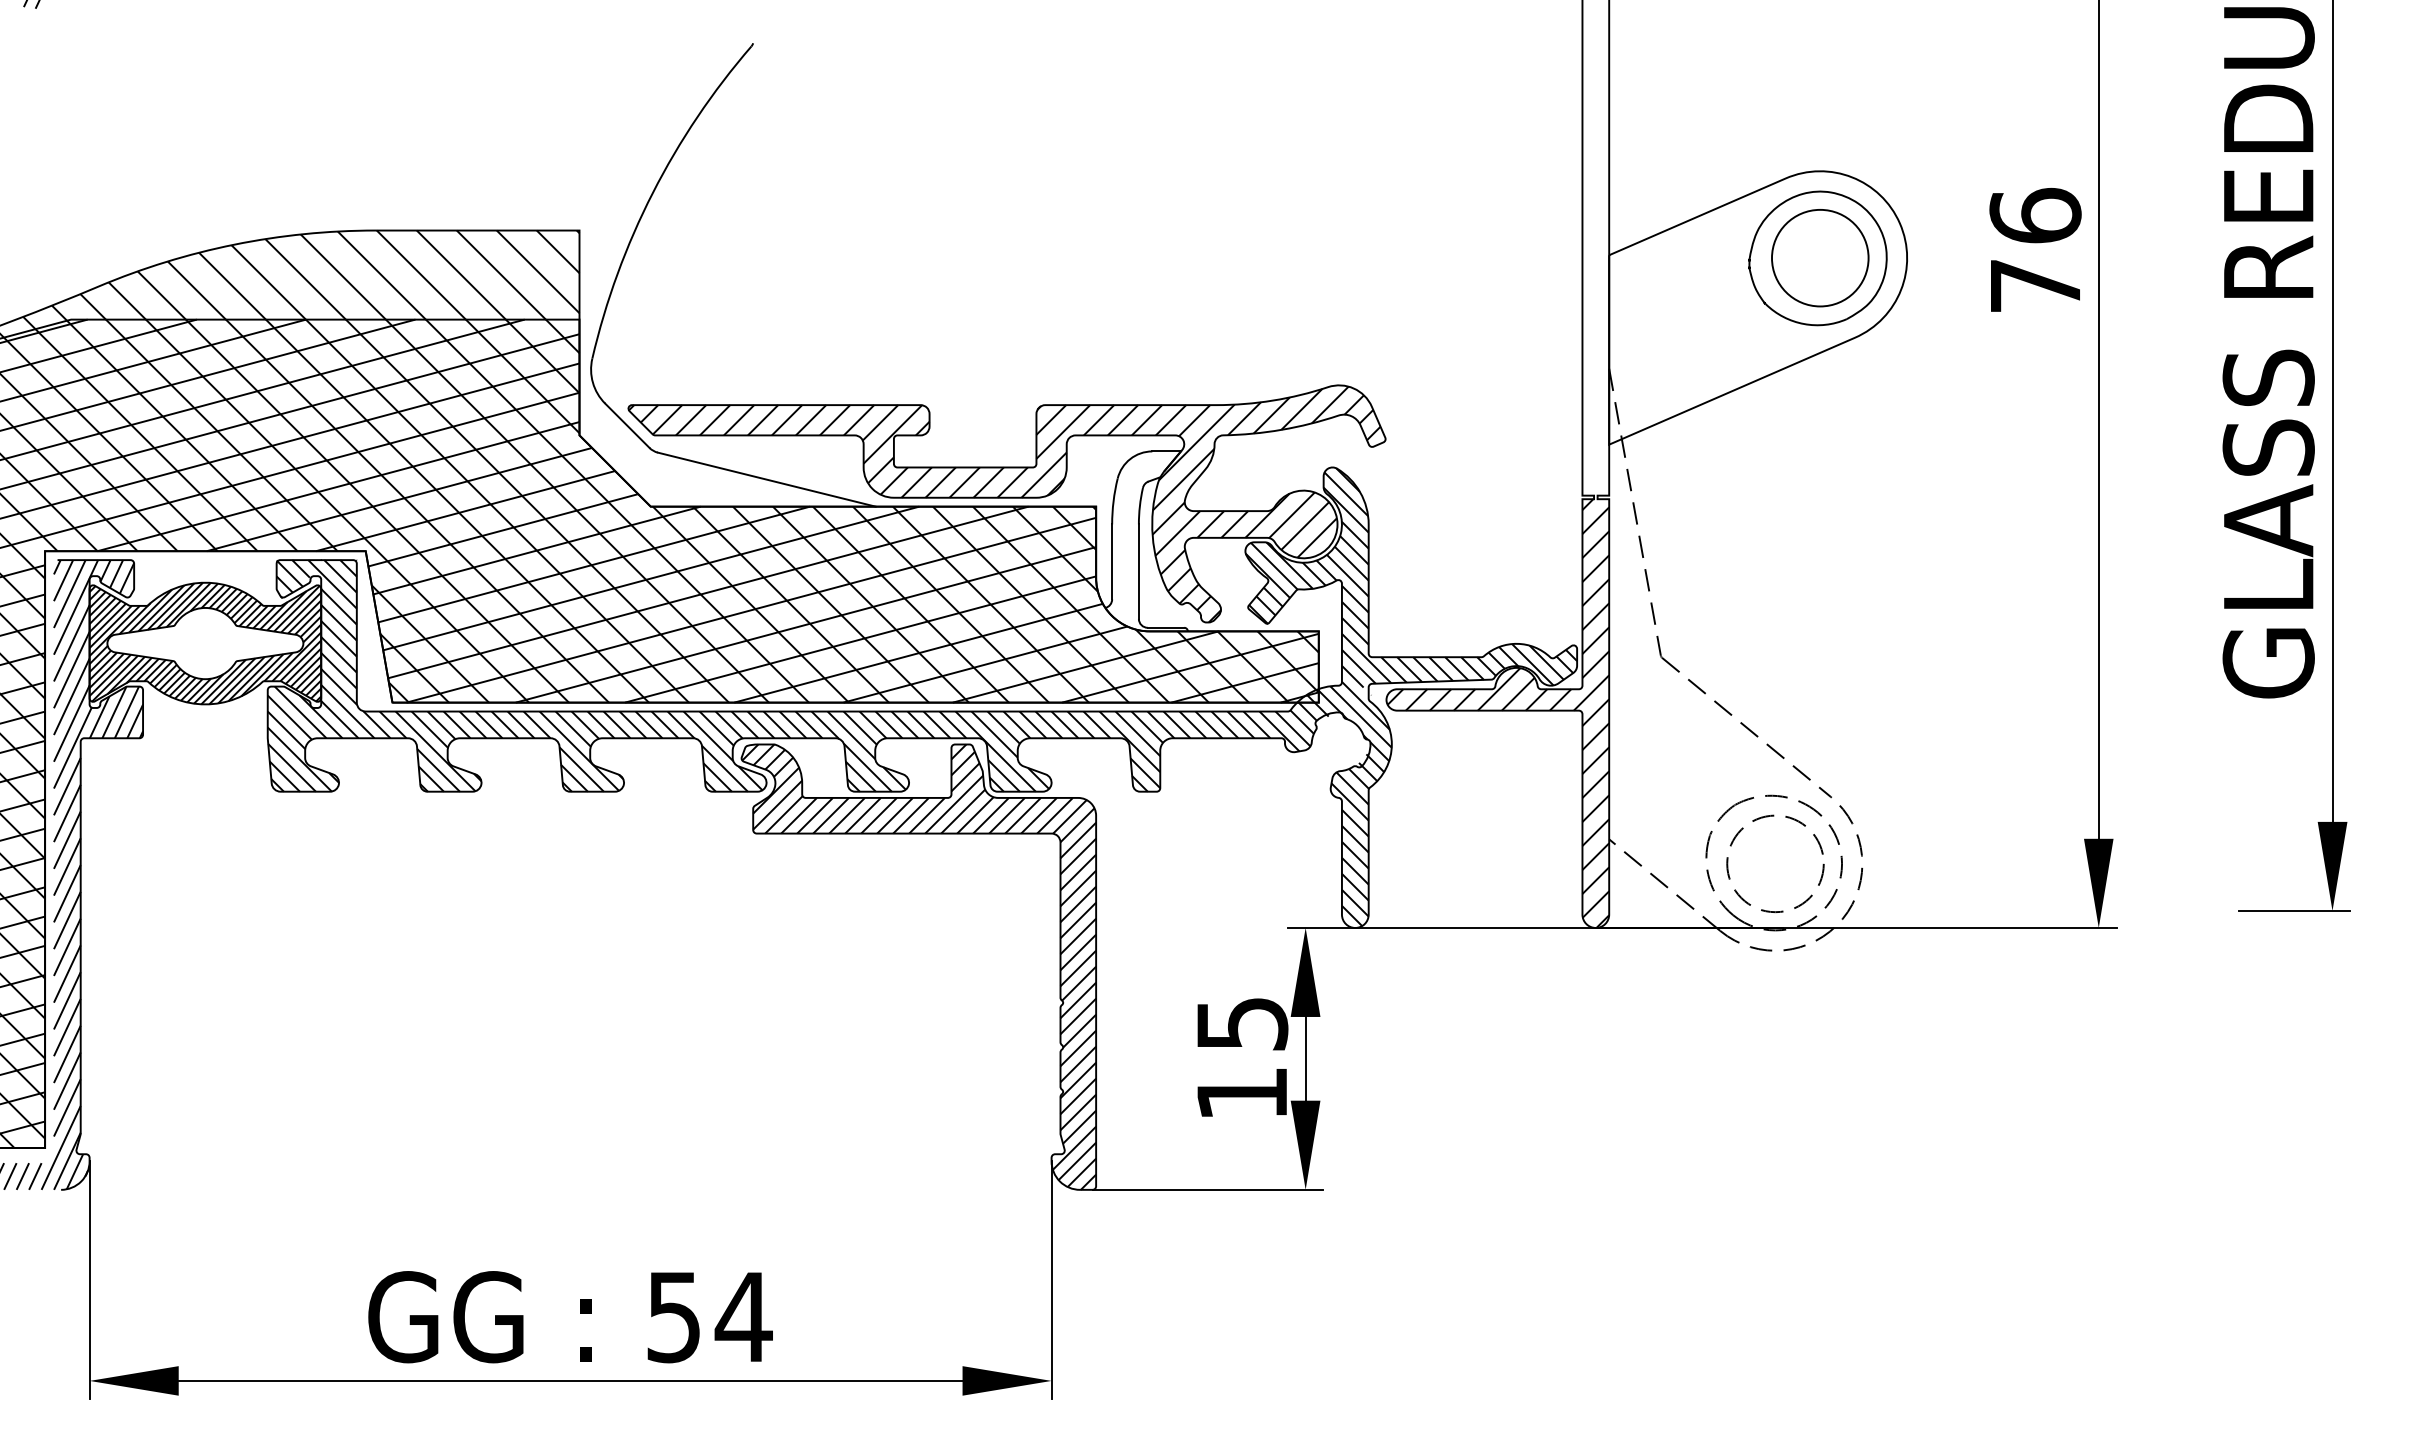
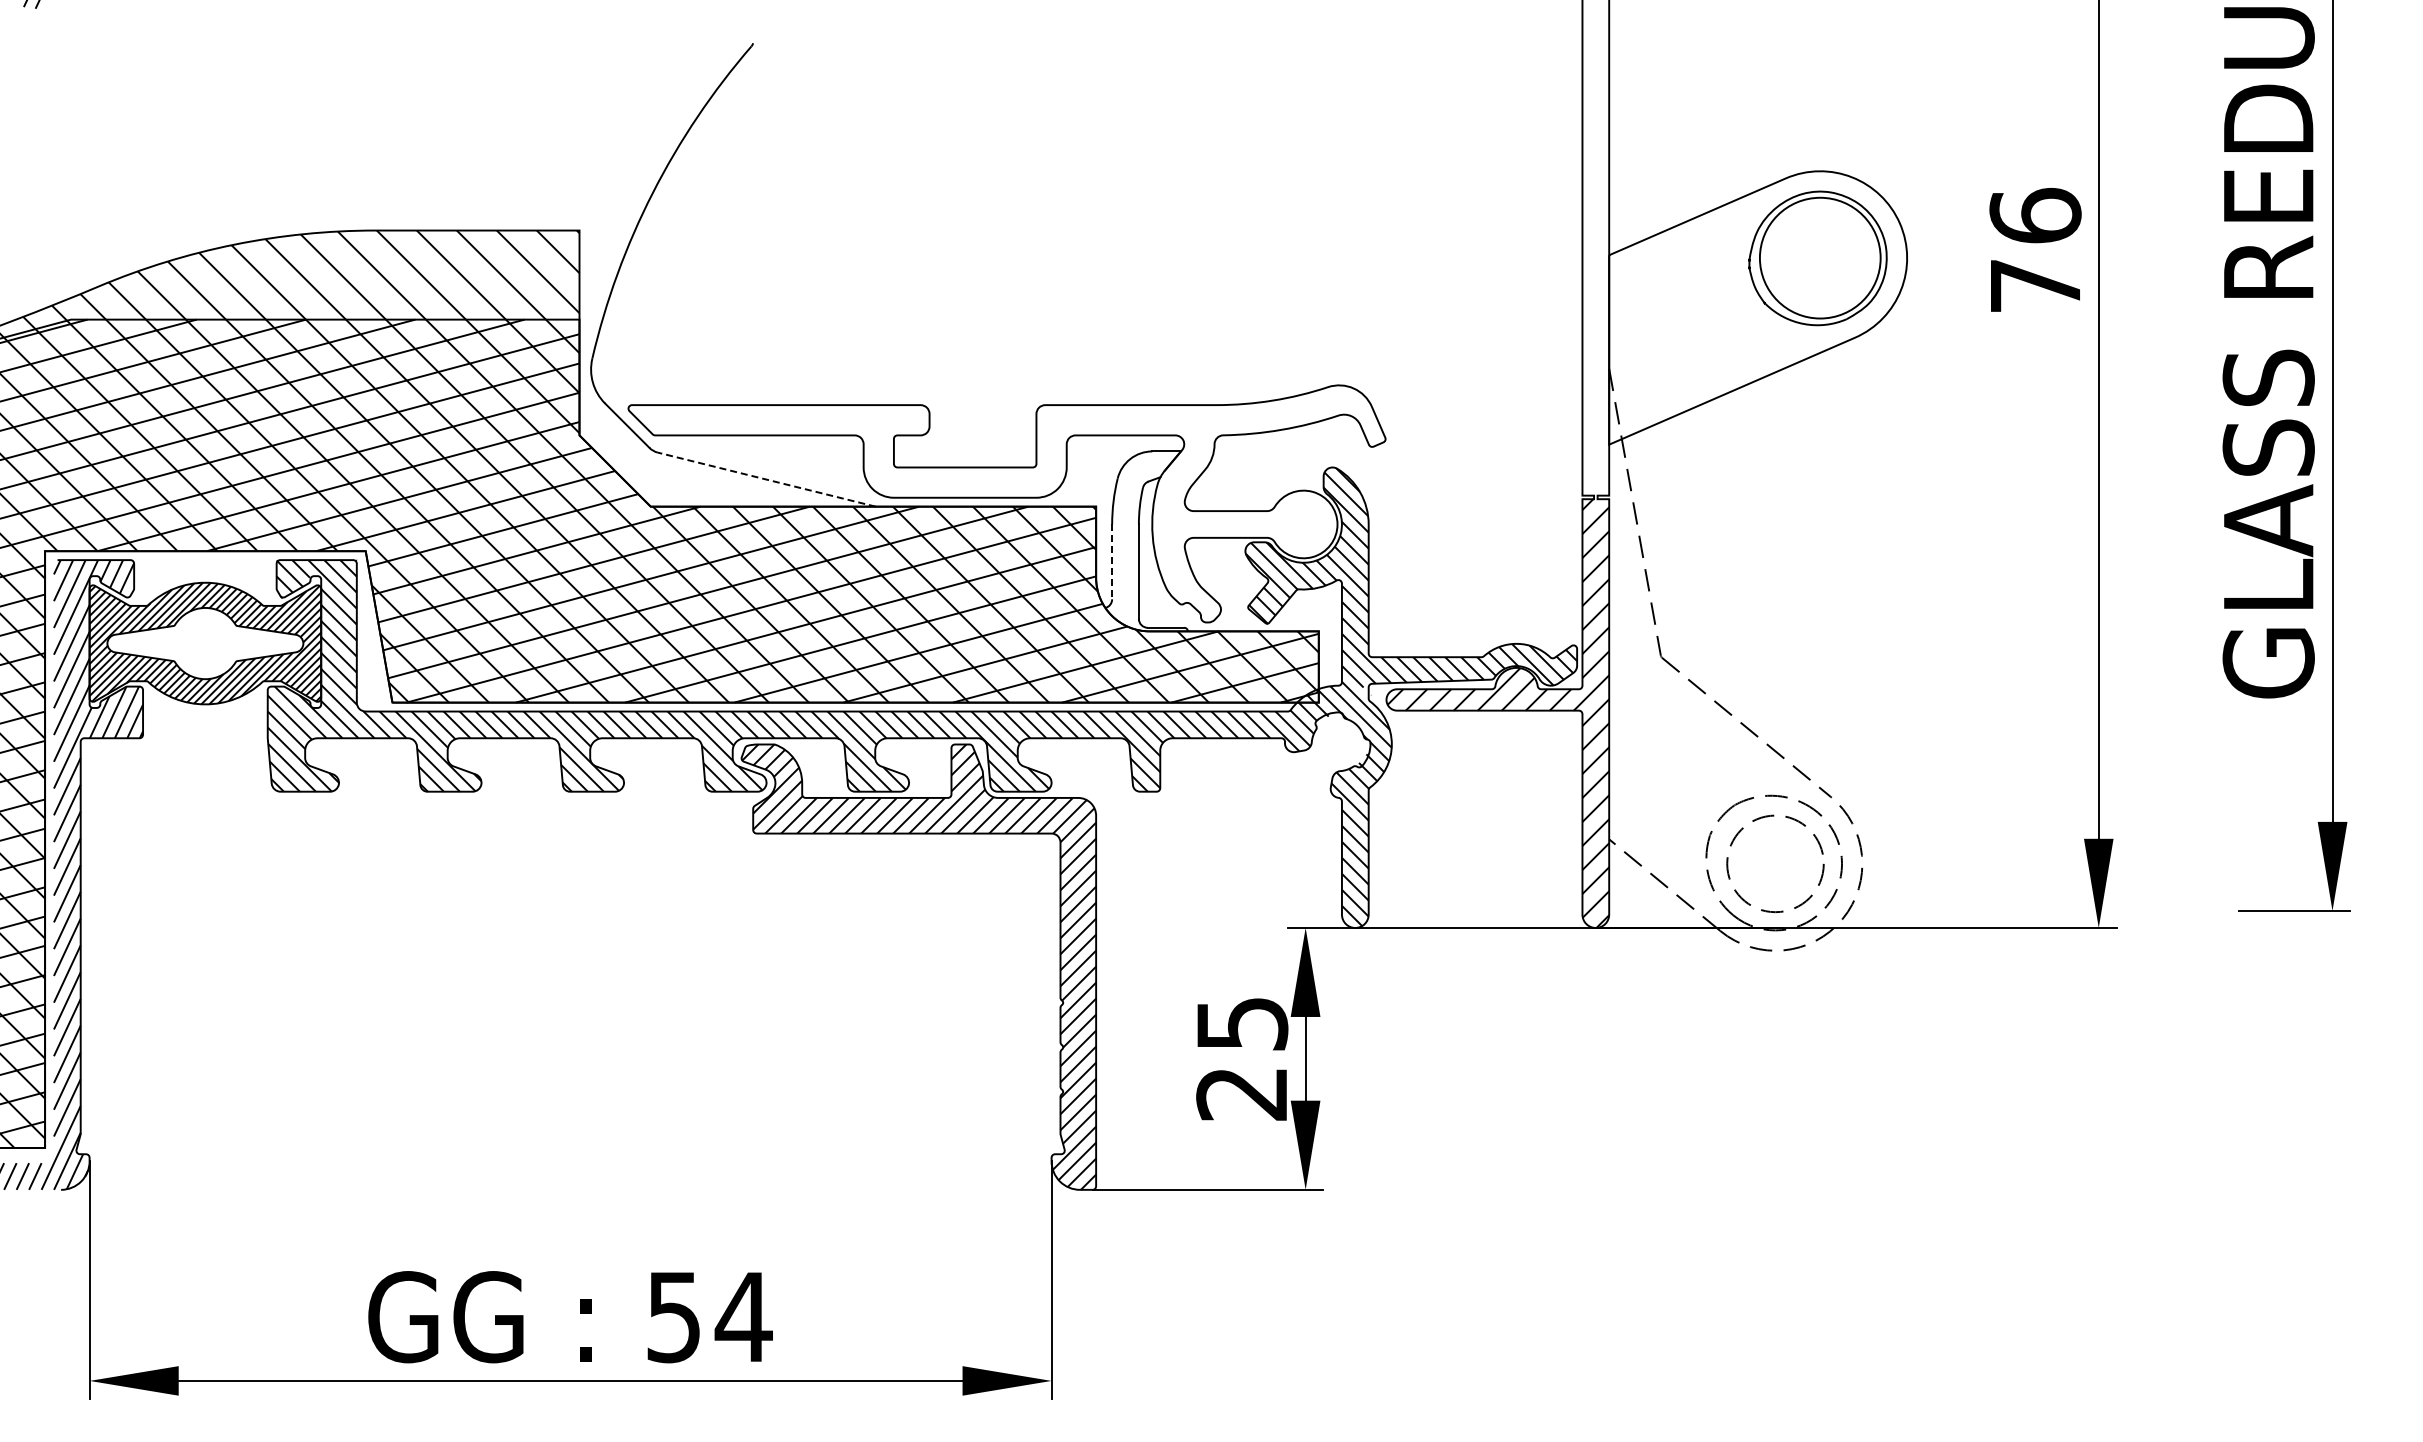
circle at (1820, 257) diameter: 97 px -> 121 px
line at (766, 479): solid -> dashed
hatch at (1004, 504): present -> none
line at (1112, 562): solid -> dashed
text at (1241, 1094): 15 -> 25
